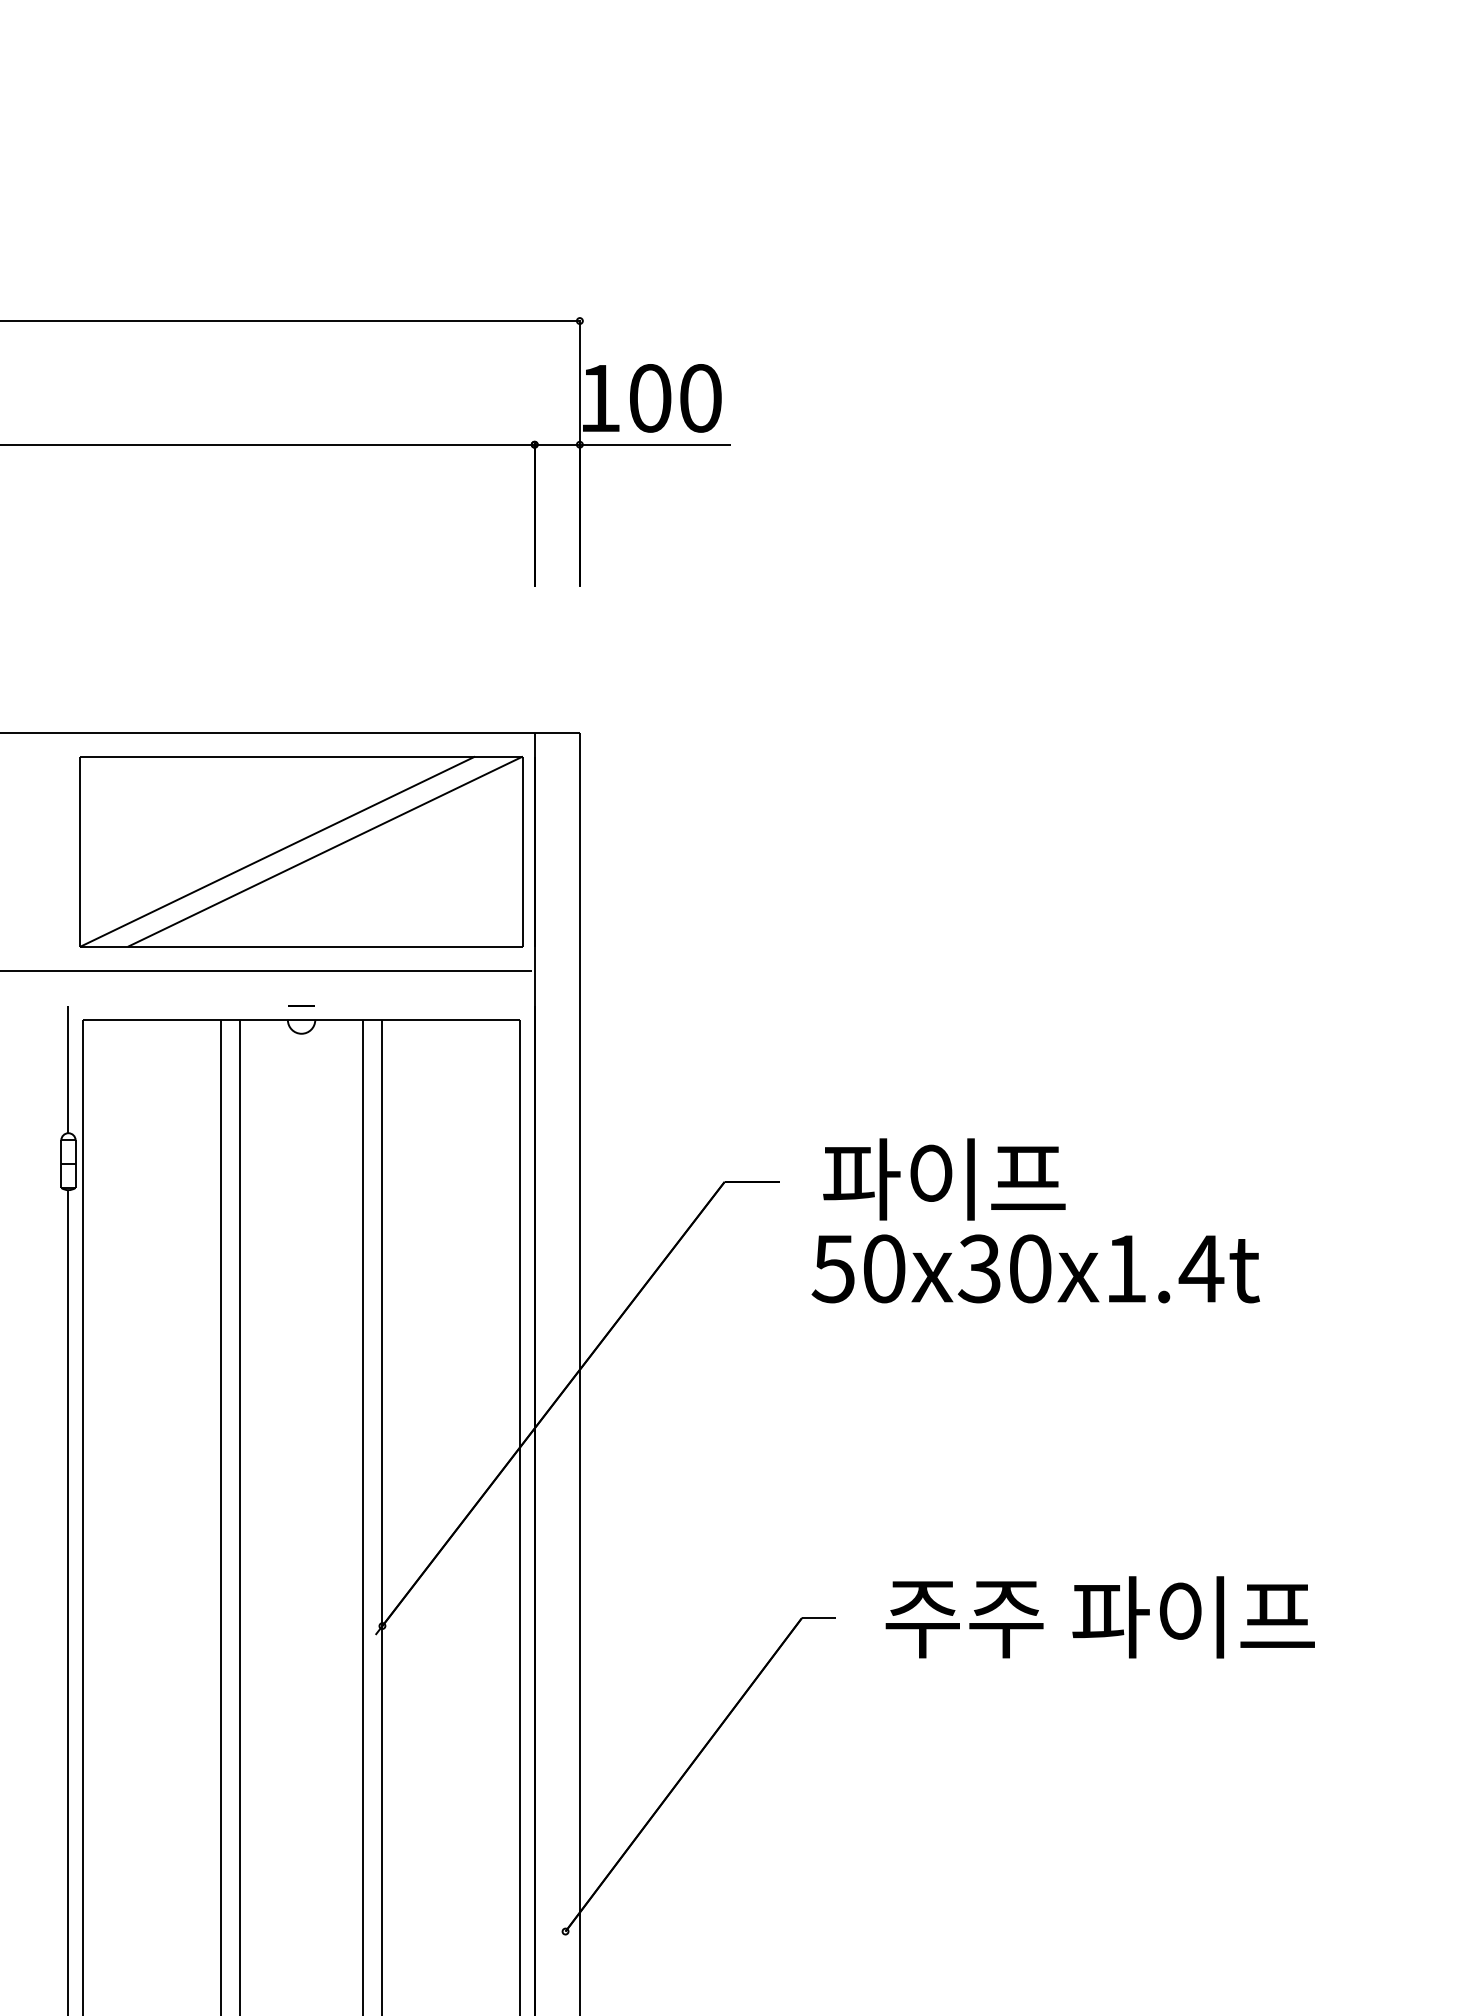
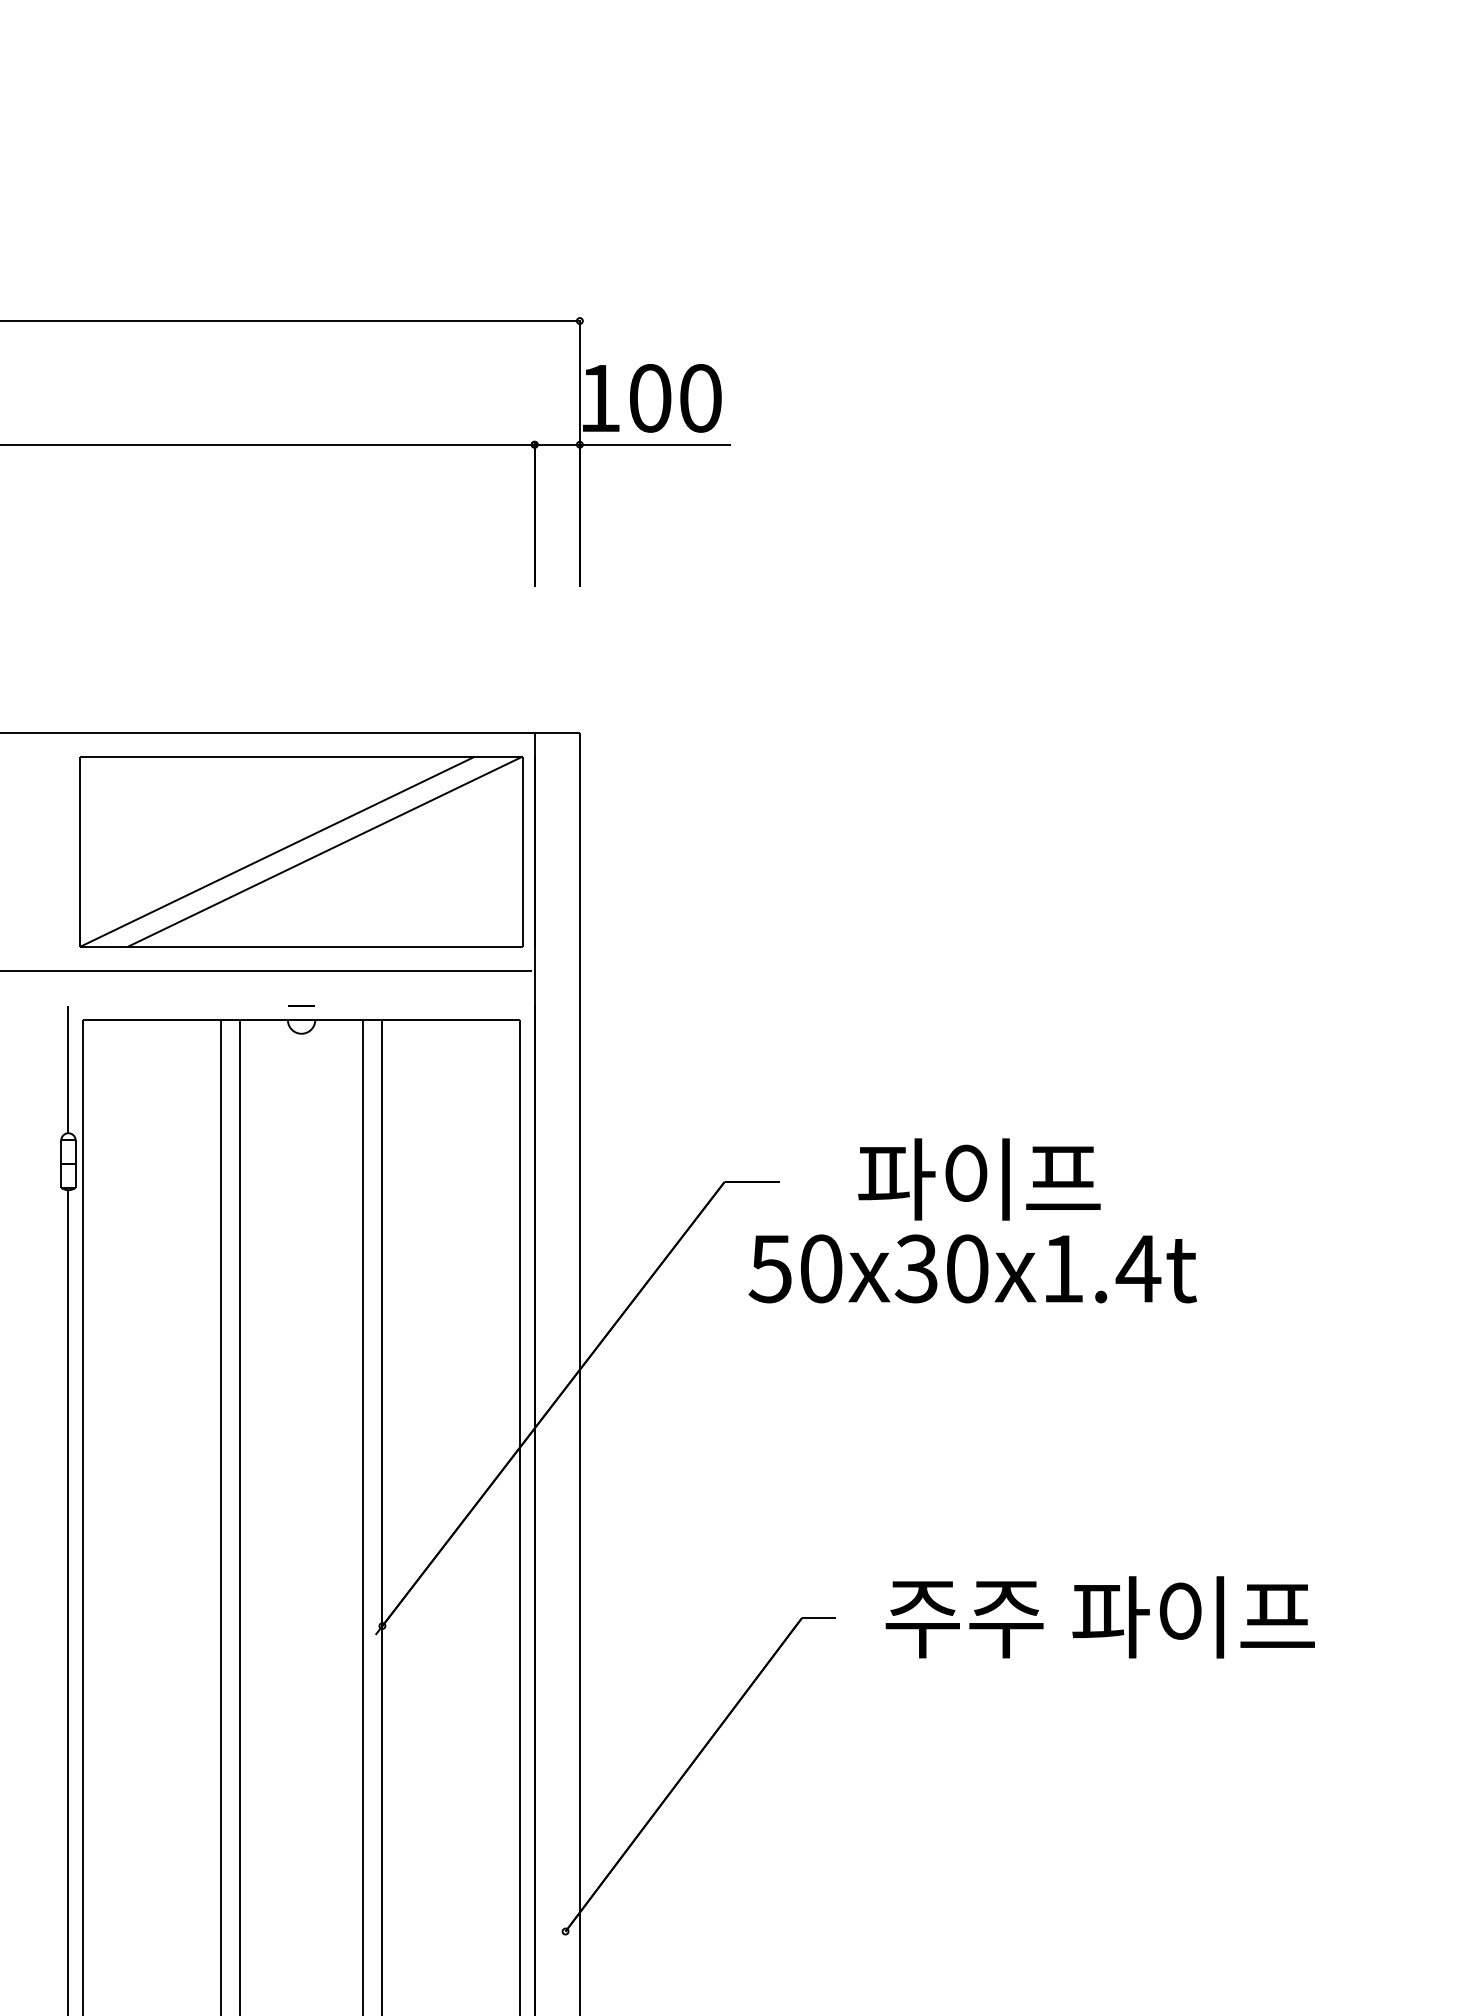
text at (944, 1179) position: (944, 1179) -> (979, 1179)
text at (1035, 1268) position: (1035, 1268) -> (972, 1268)
